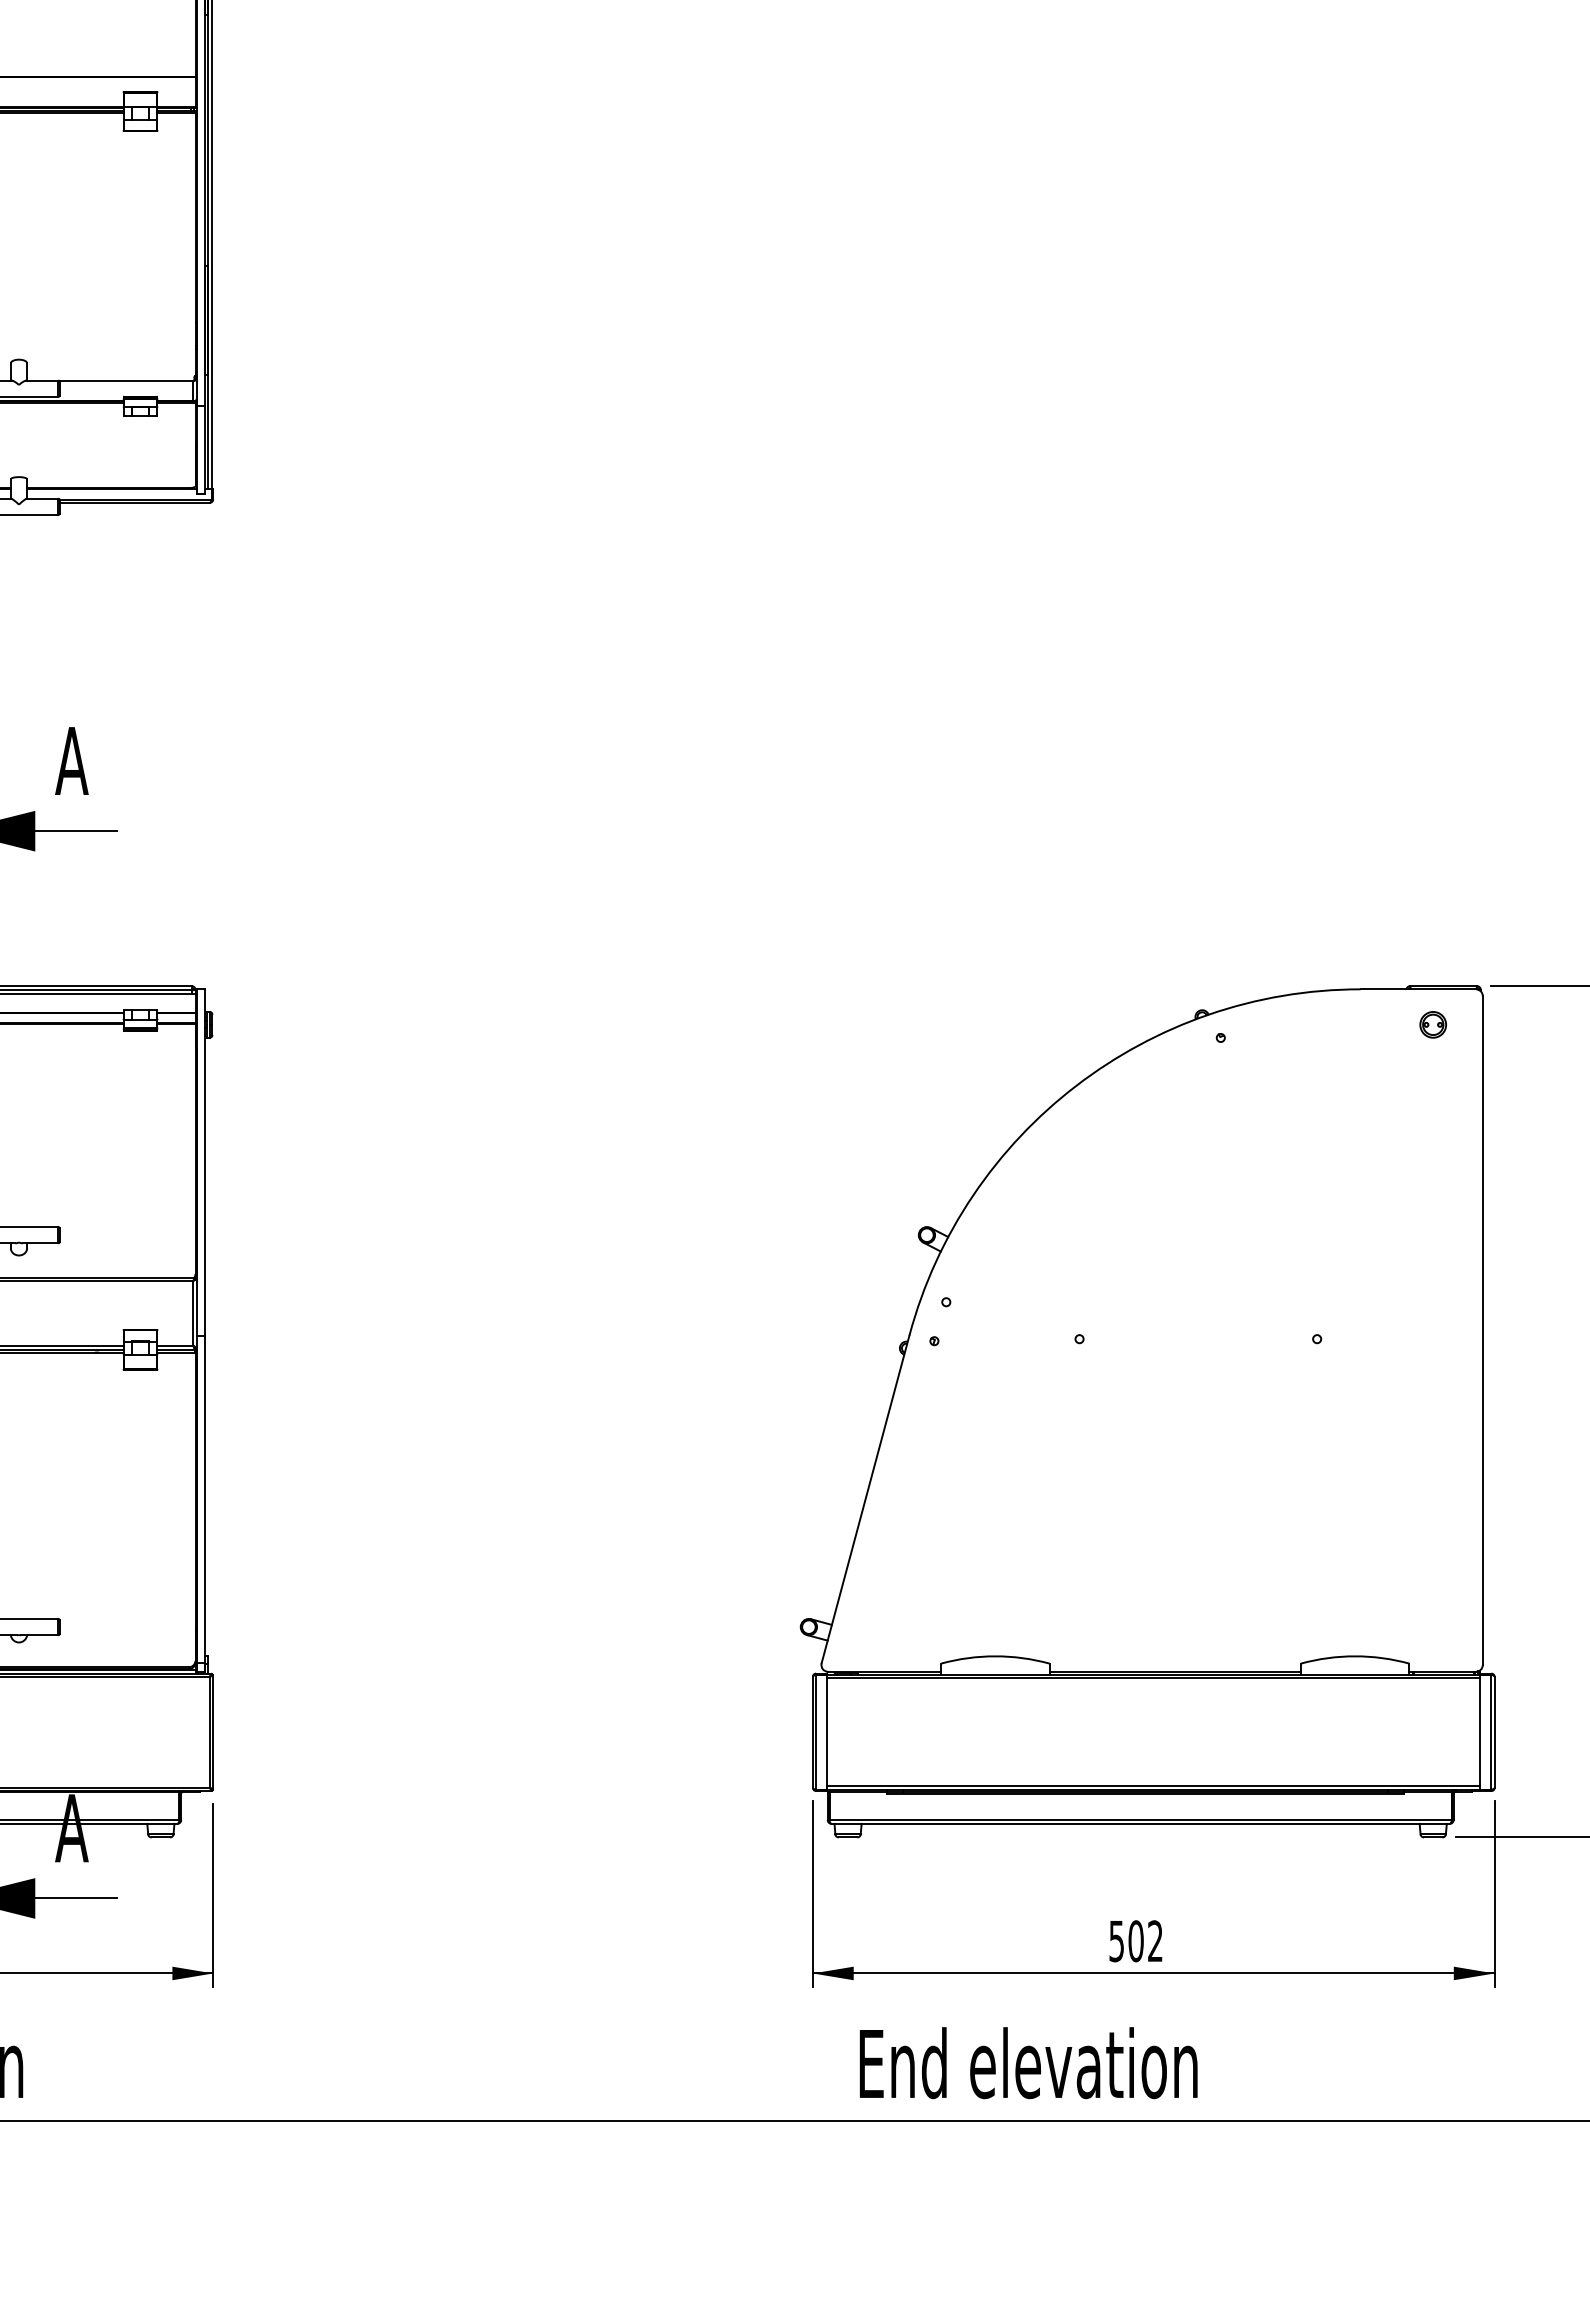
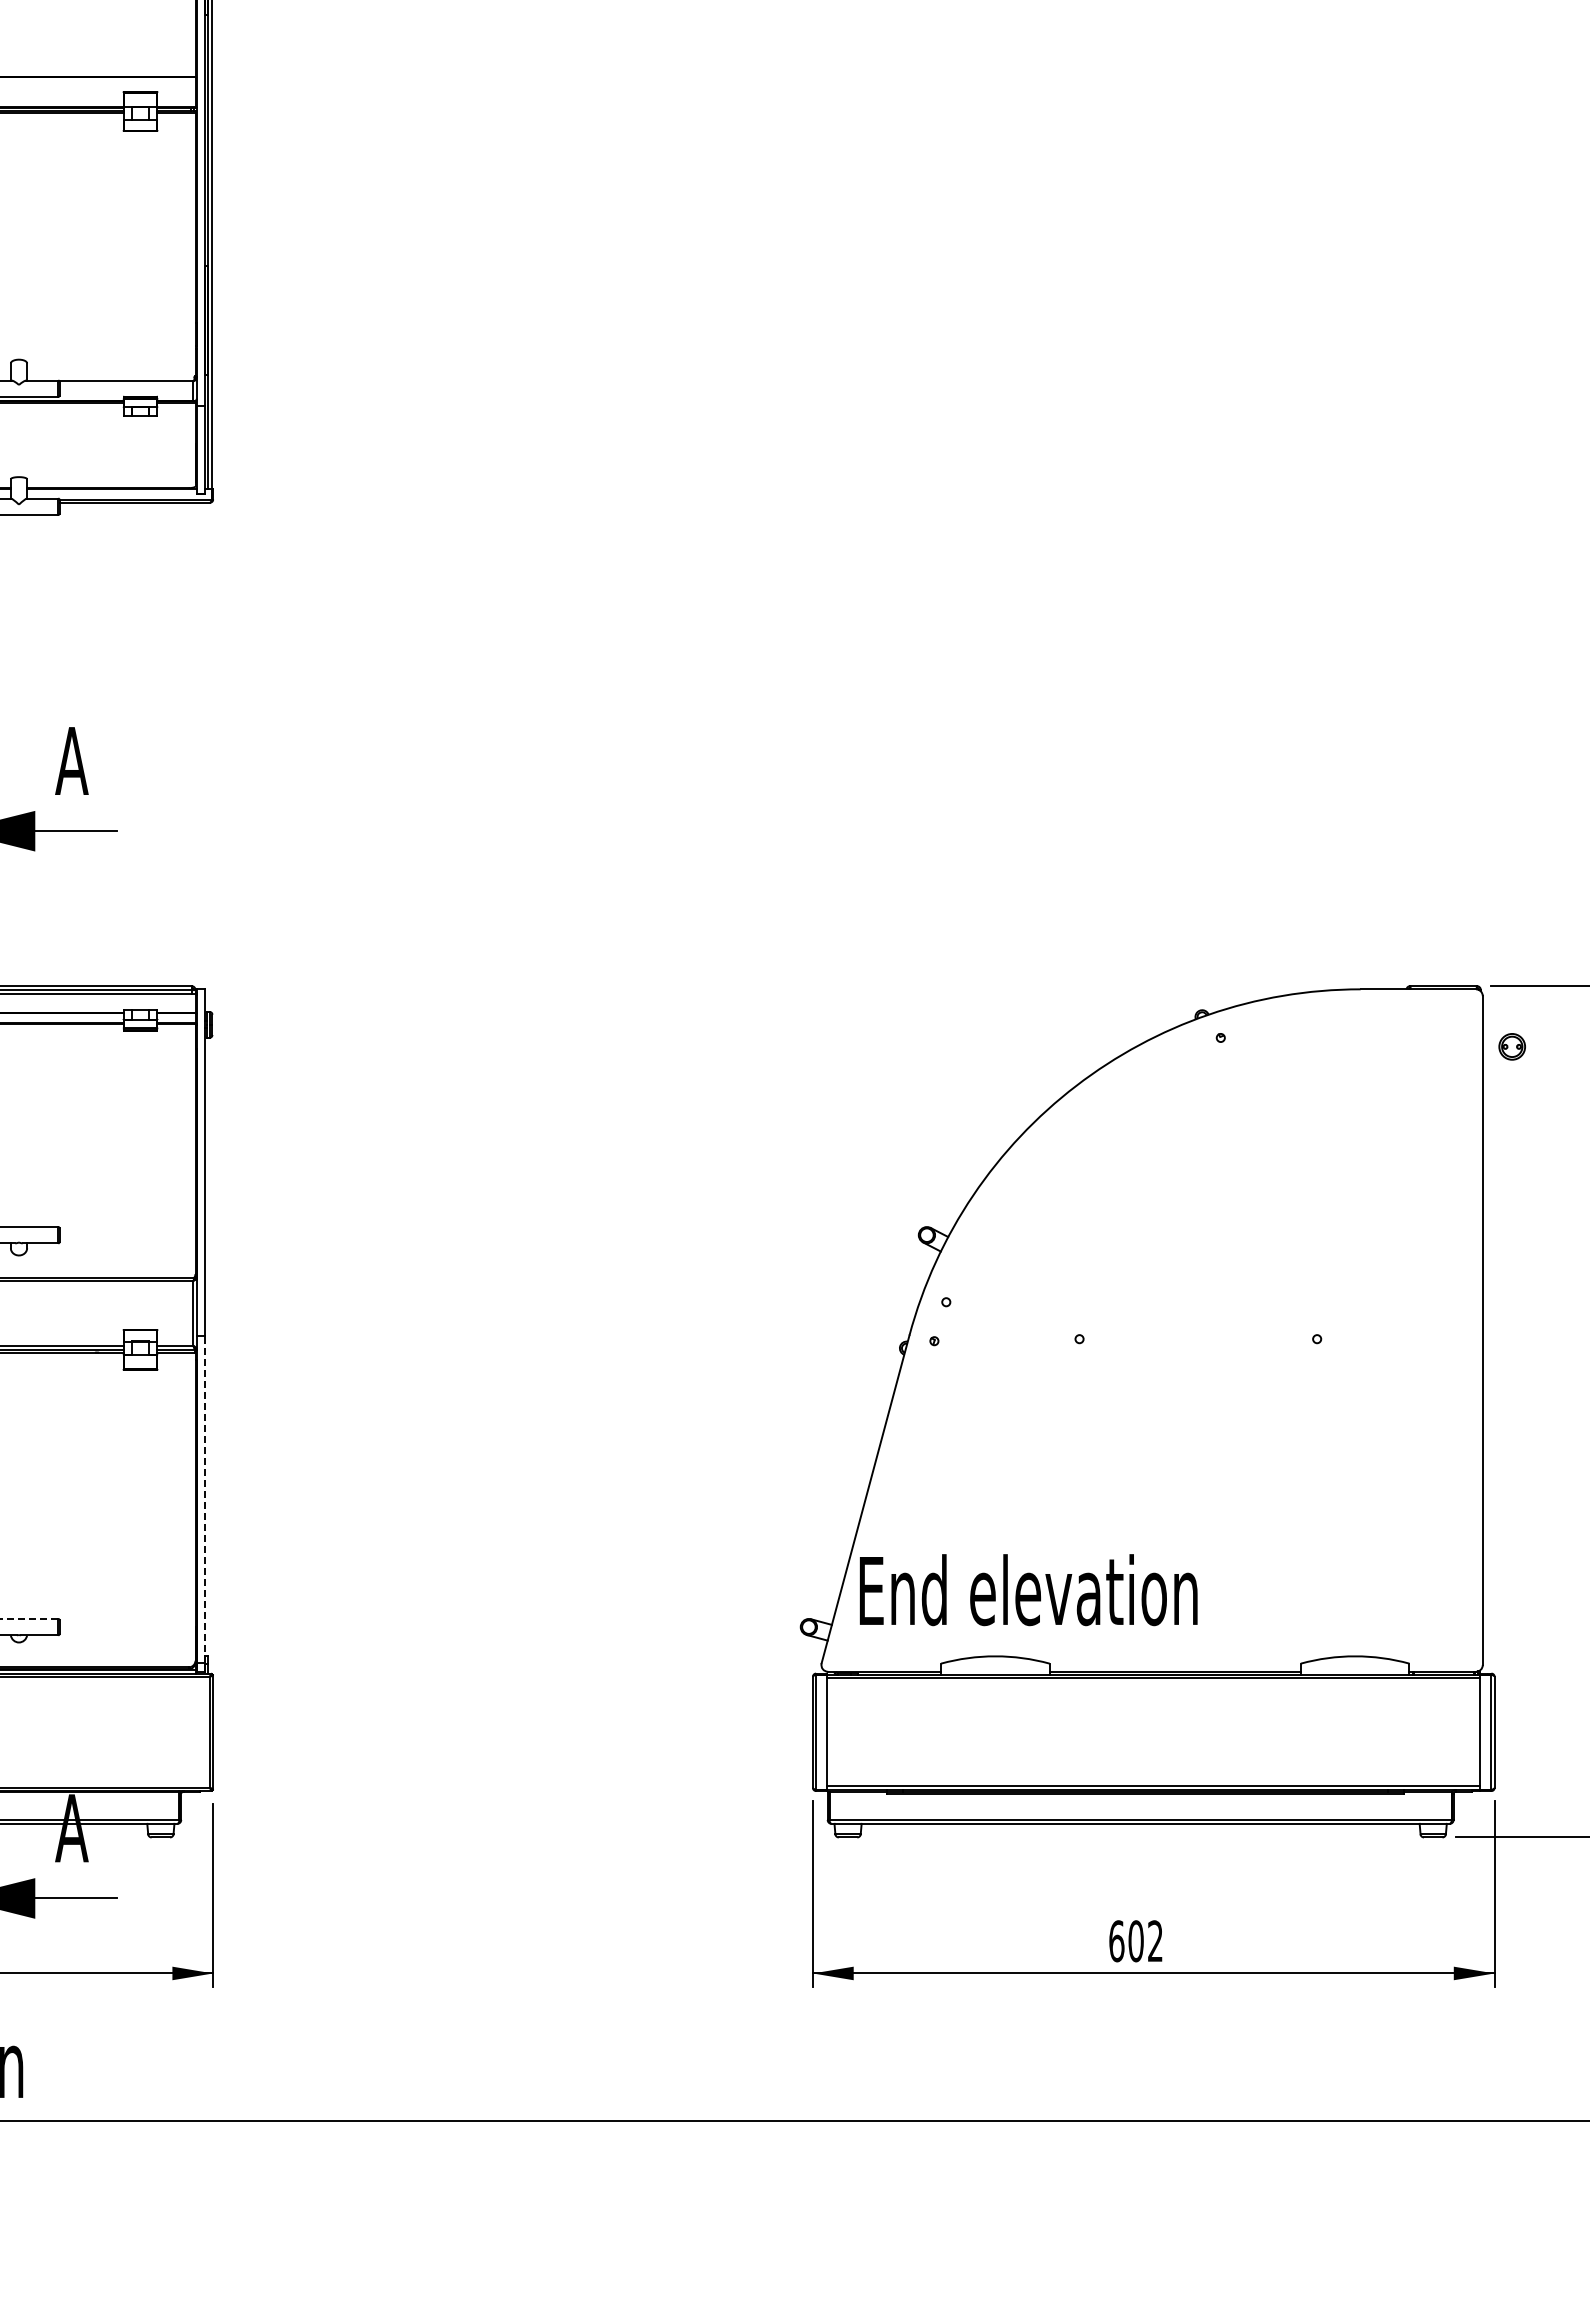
part at (1432, 1024) position: (1432, 1024) -> (1511, 1046)
line at (205, 1499): solid -> dashed
line at (29, 1618): solid -> dashed
text at (1116, 1941): 502 -> 602
text at (1028, 2063) position: (1028, 2063) -> (1028, 1590)
